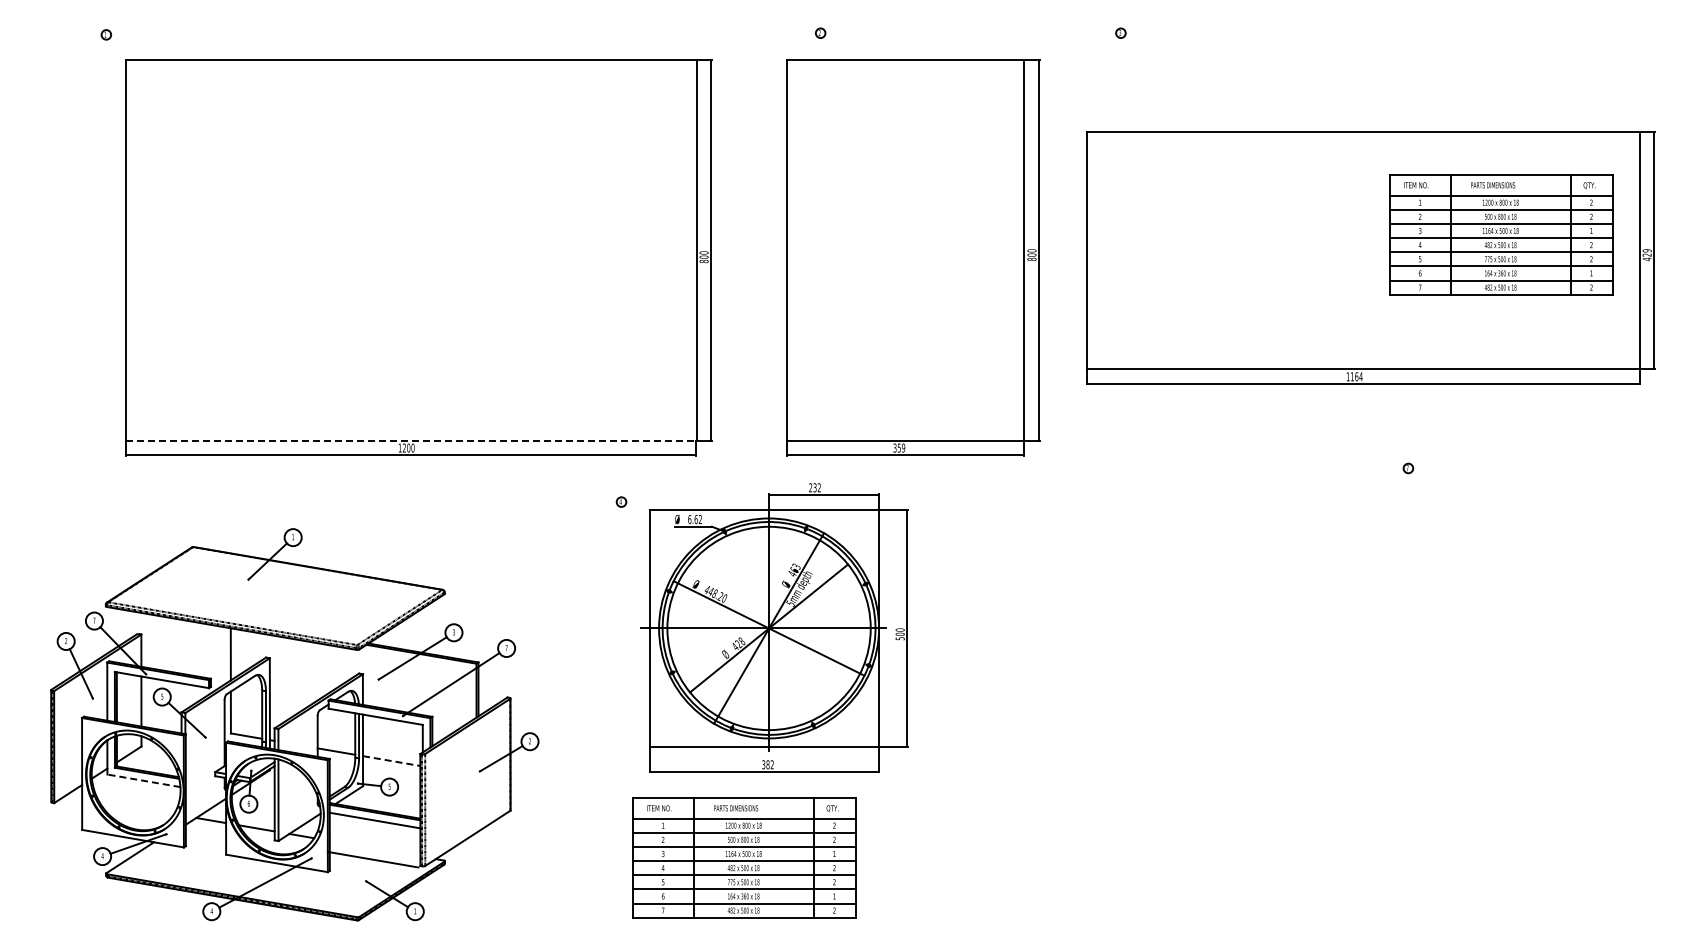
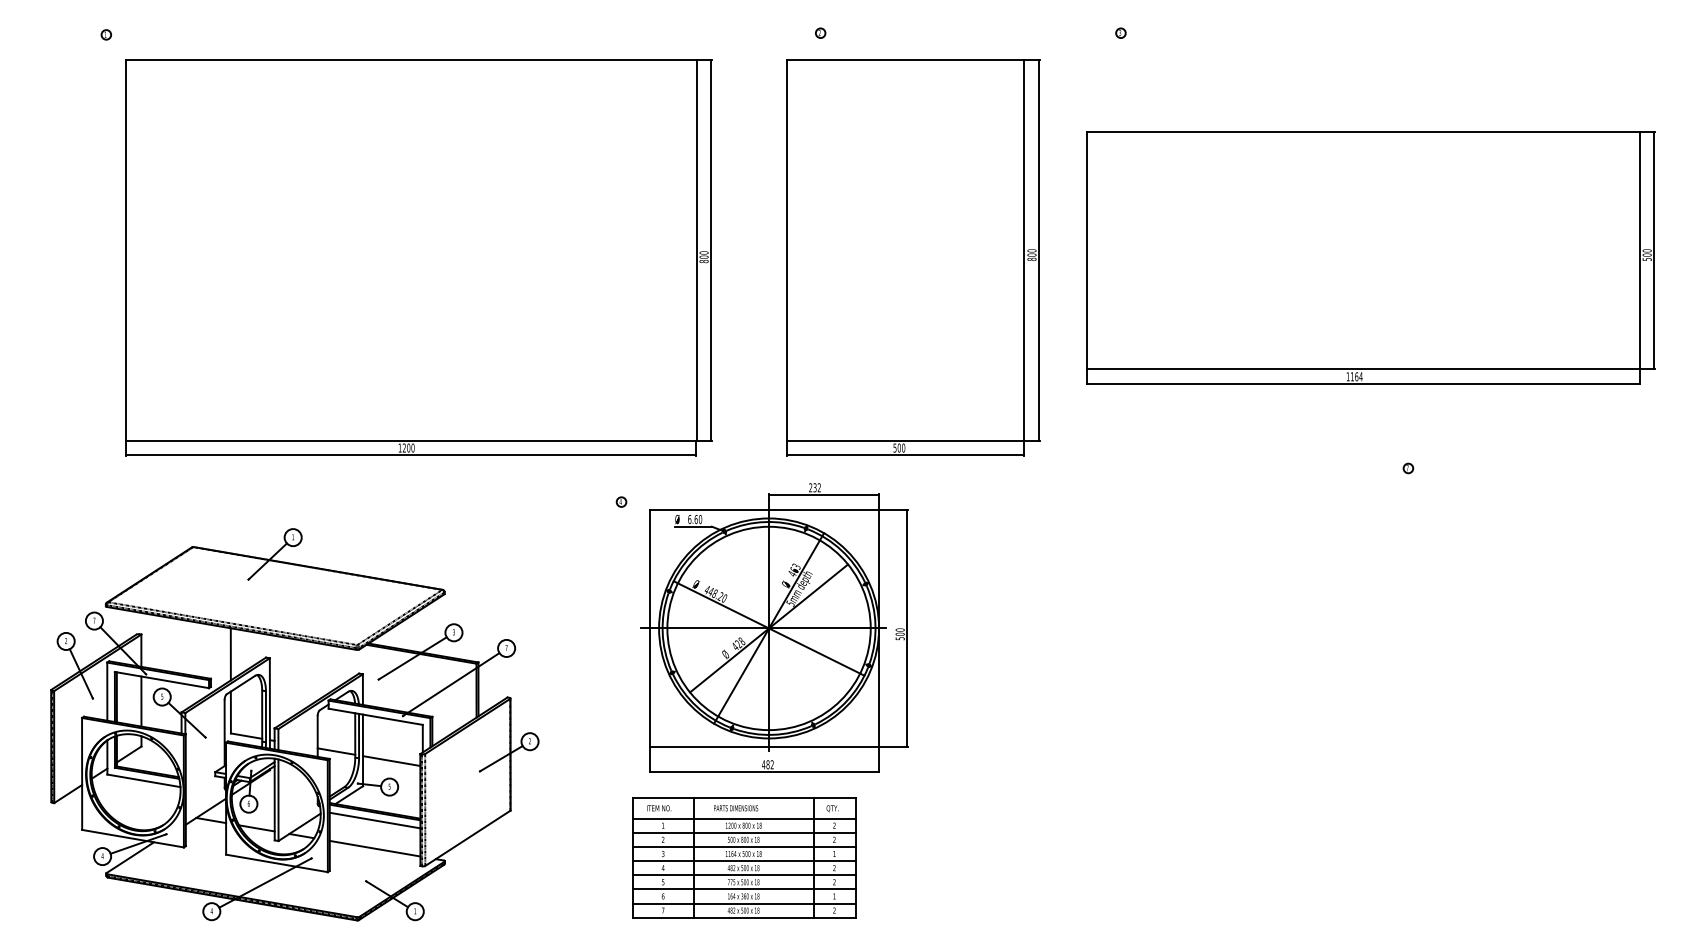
part at (1501, 234): present -> none
text at (1646, 255): 429 -> 500
line at (411, 440): dashed -> solid
text at (898, 447): 359 -> 500
text at (700, 519): 6.62 -> 6.60
line at (392, 761): dashed -> solid
text at (763, 764): 382 -> 482
line at (143, 780): dashed -> solid
line at (372, 859) position: (372, 859) -> (374, 848)
